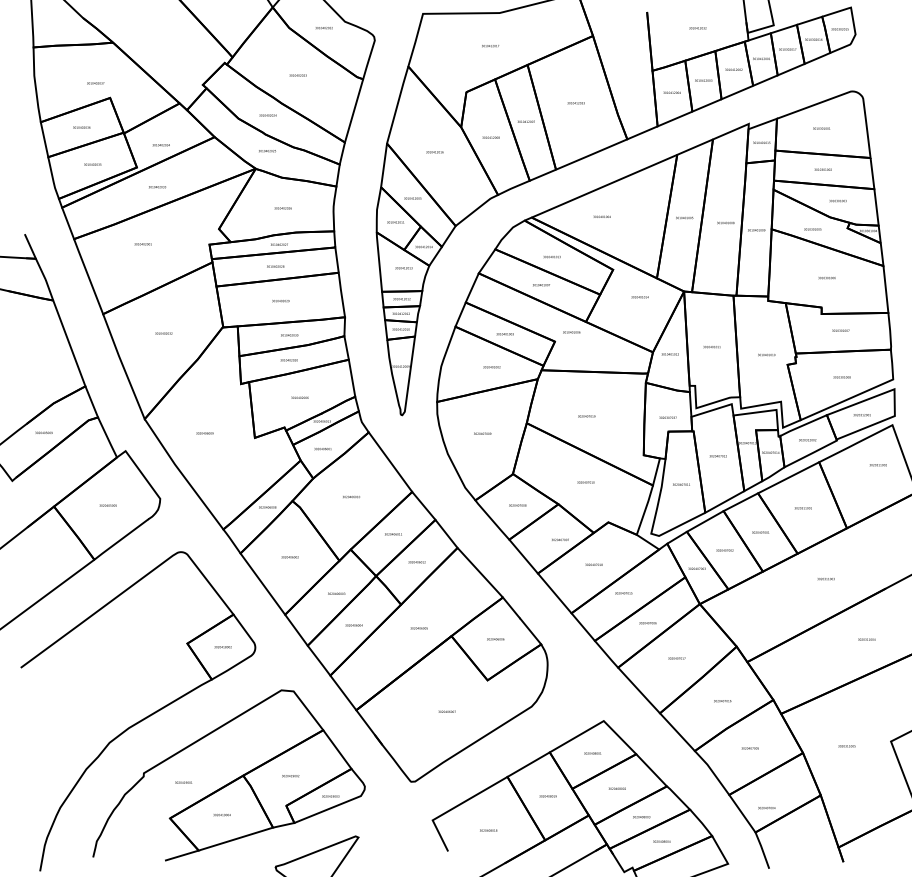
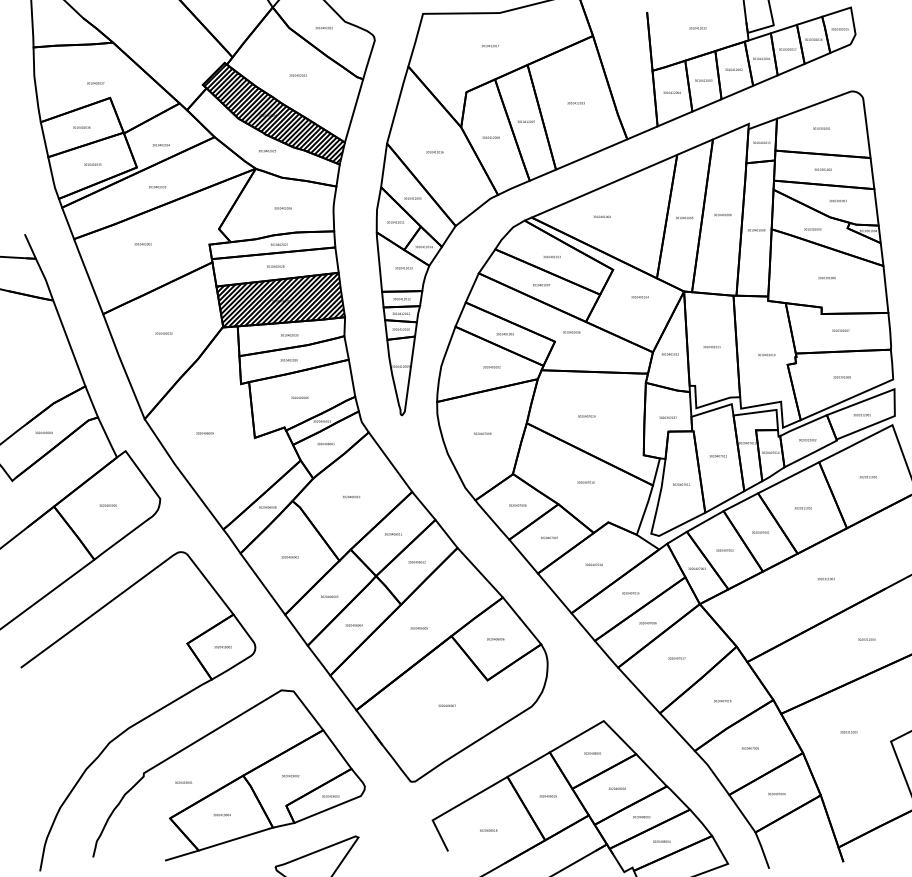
hatch at (274, 113): none -> present
text at (725, 222) position: (725, 222) -> (722, 214)
hatch at (280, 300): none -> present
text at (322, 449) position: (322, 449) -> (325, 444)
text at (878, 465) position: (878, 465) -> (868, 477)
text at (560, 539) position: (560, 539) -> (549, 537)
text at (336, 593) position: (336, 593) -> (329, 596)
text at (623, 593) position: (623, 593) -> (630, 593)
text at (446, 711) position: (446, 711) -> (446, 705)
text at (846, 746) position: (846, 746) -> (848, 732)
text at (766, 808) position: (766, 808) -> (776, 794)
